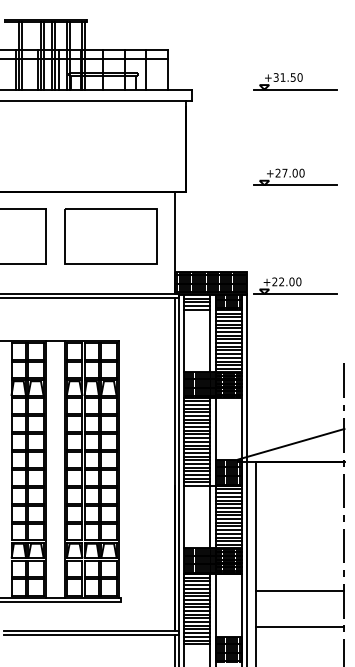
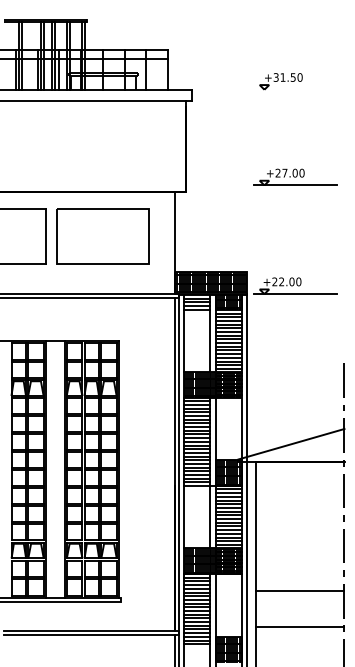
line at (295, 89): present -> none
part at (110, 236) position: (110, 236) -> (102, 236)
